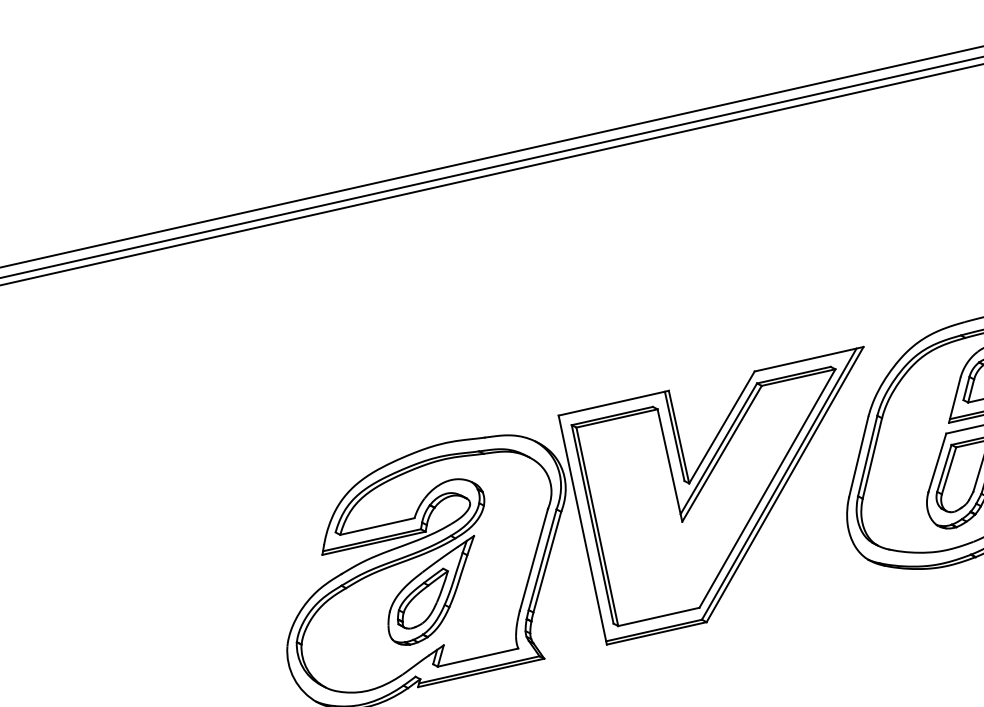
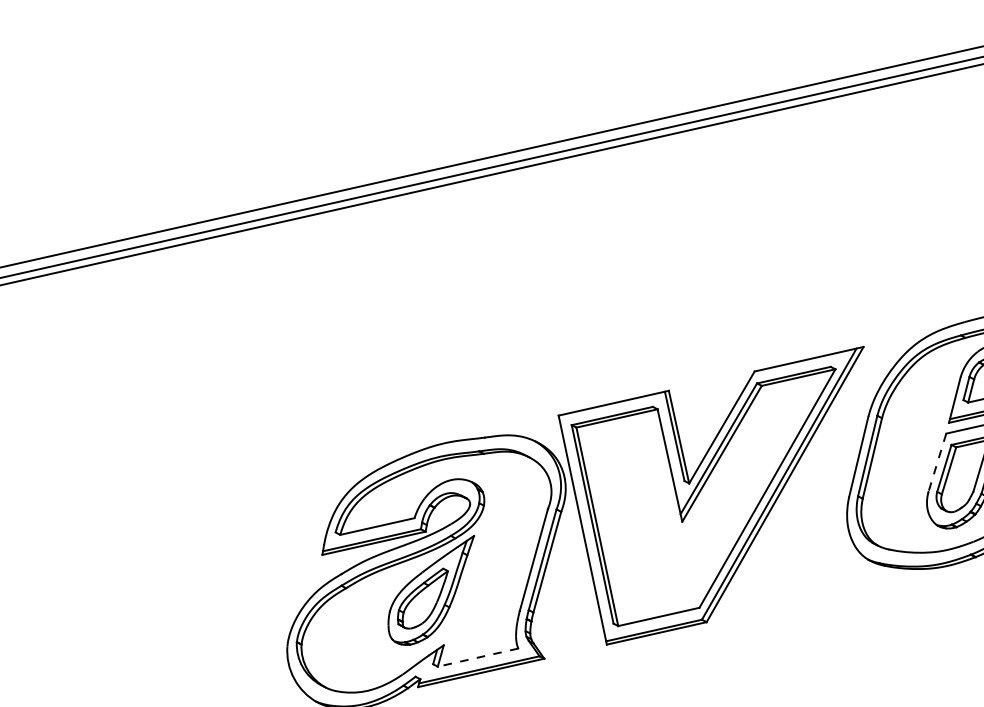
line at (937, 462): solid -> dashed
line at (477, 657): solid -> dashed
